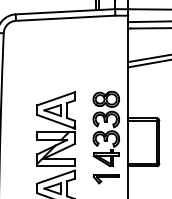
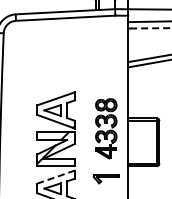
line at (150, 28): solid -> dashed
part at (105, 128) size: 28x77 px -> 23x62 px
line at (56, 177): solid -> dashed
